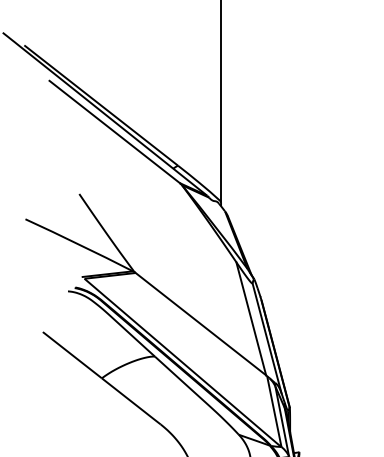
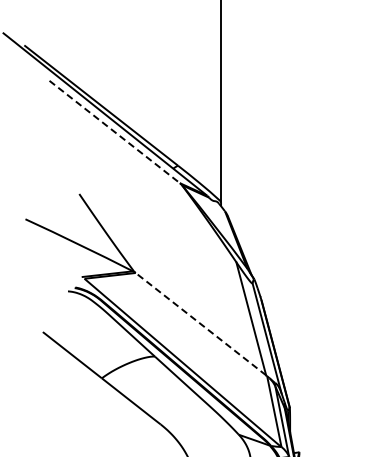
line at (114, 132): solid -> dashed
line at (200, 324): solid -> dashed
